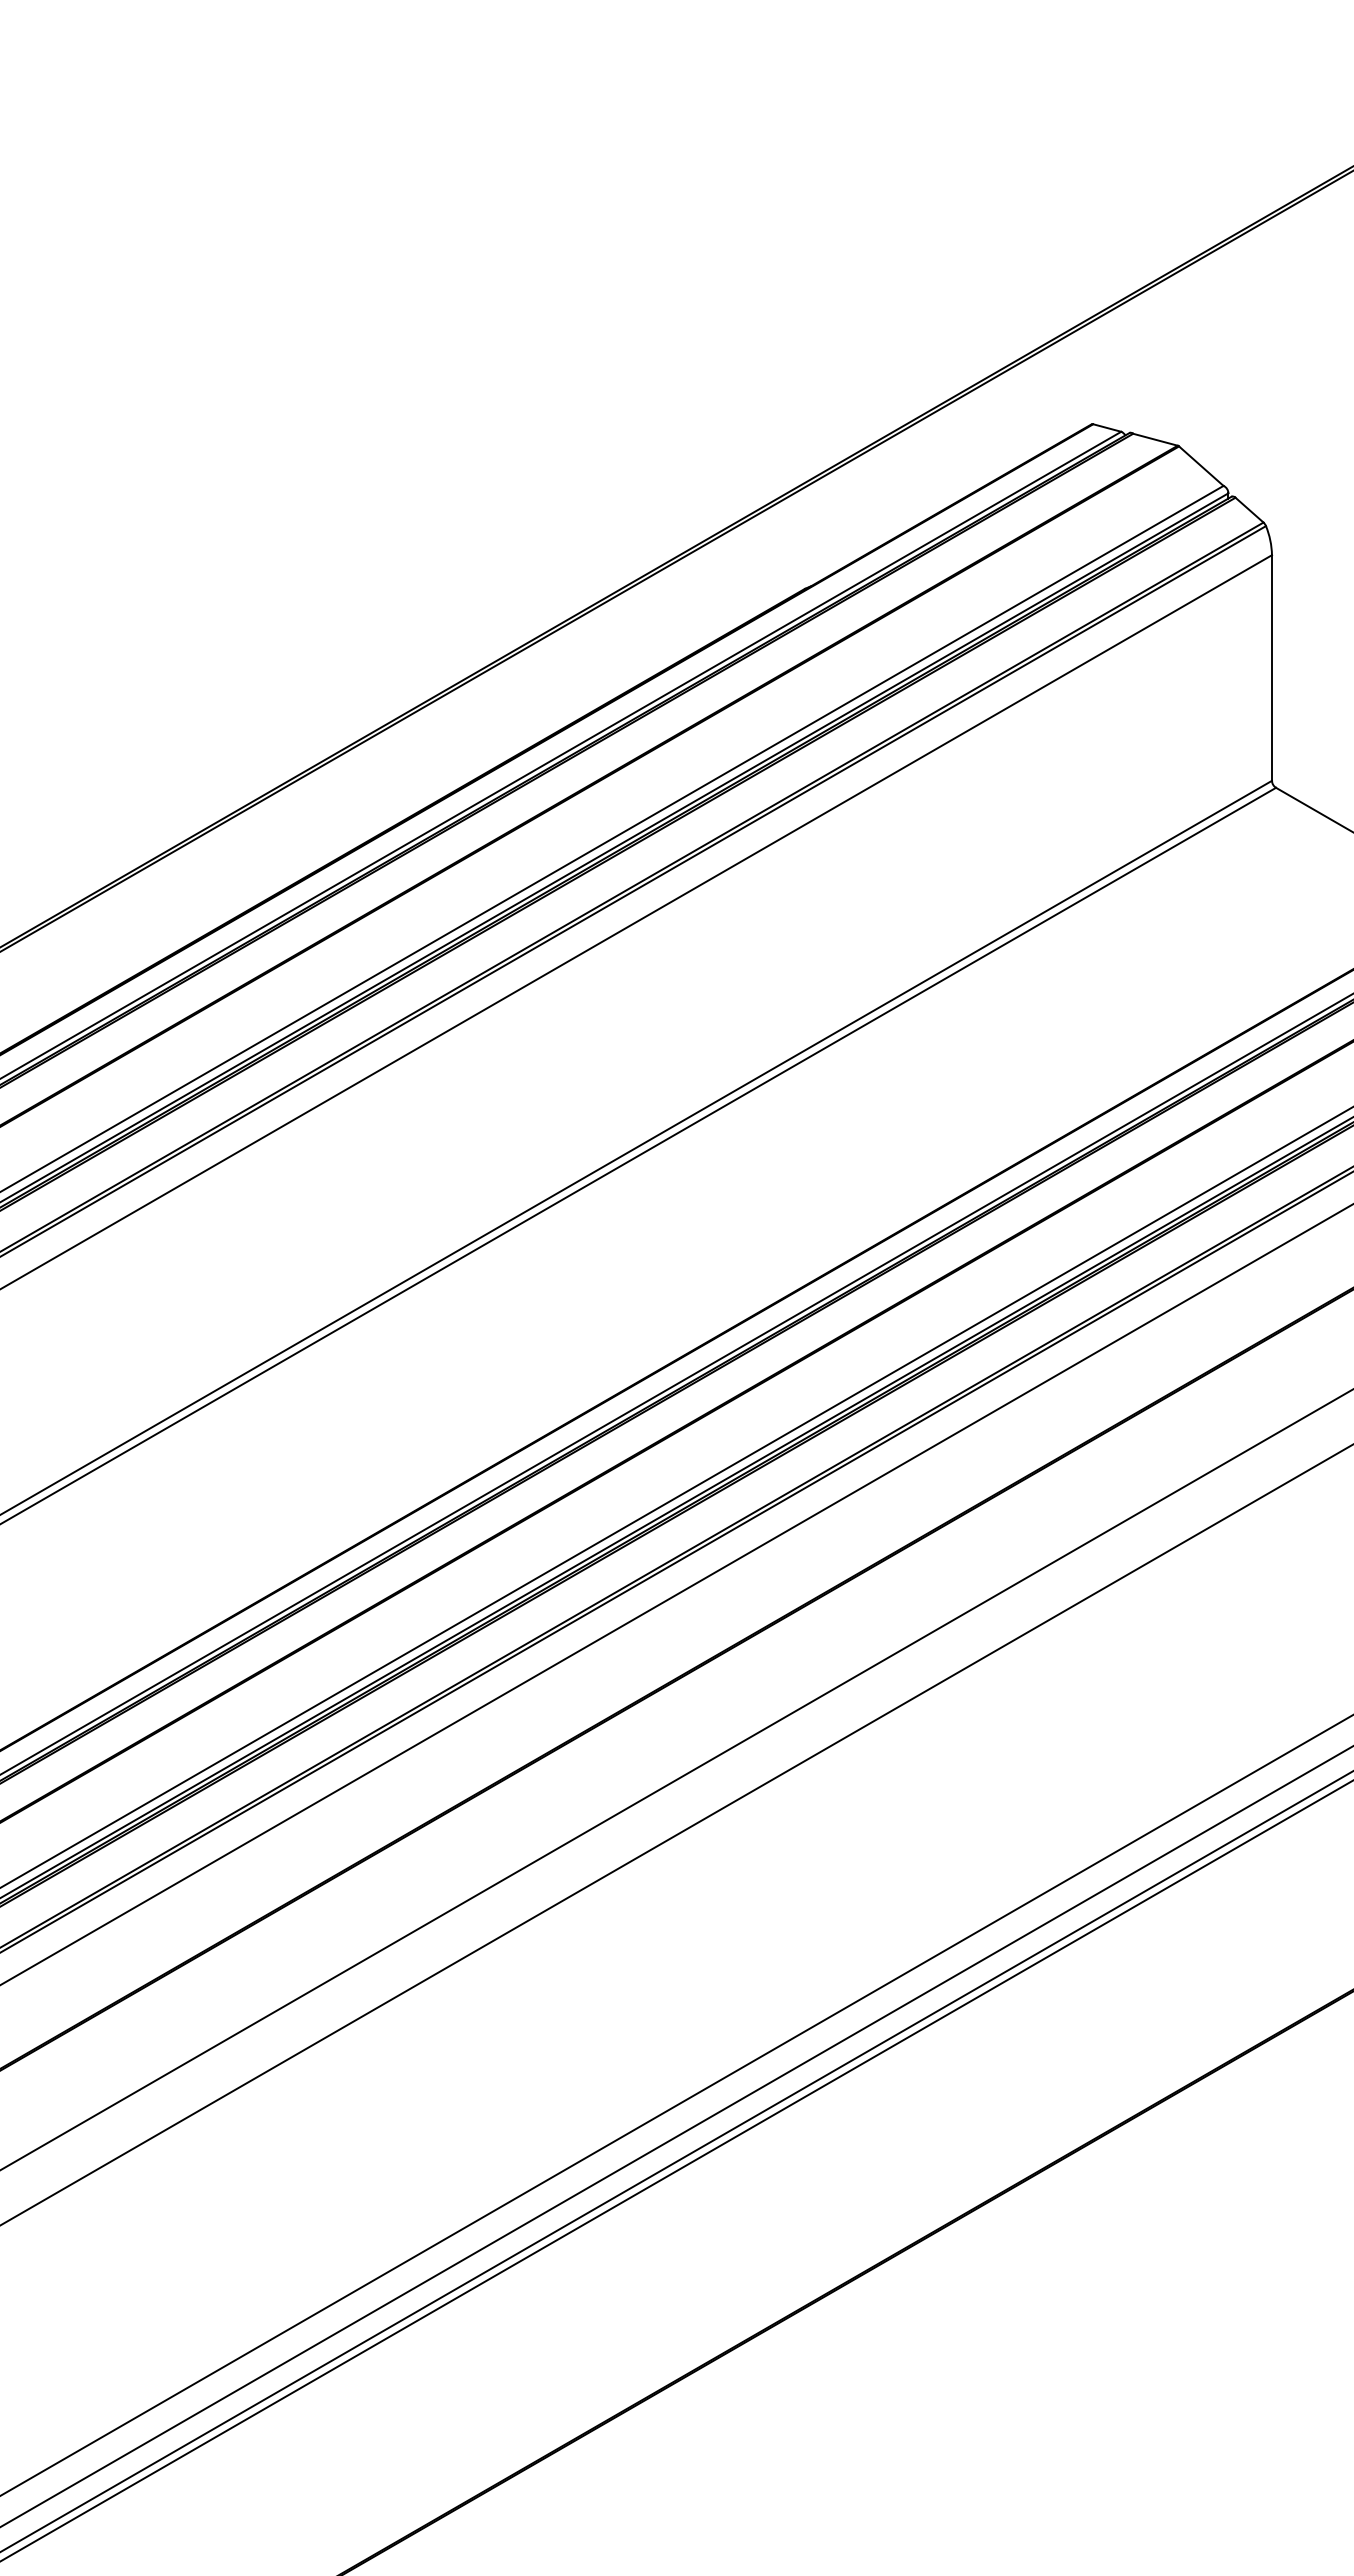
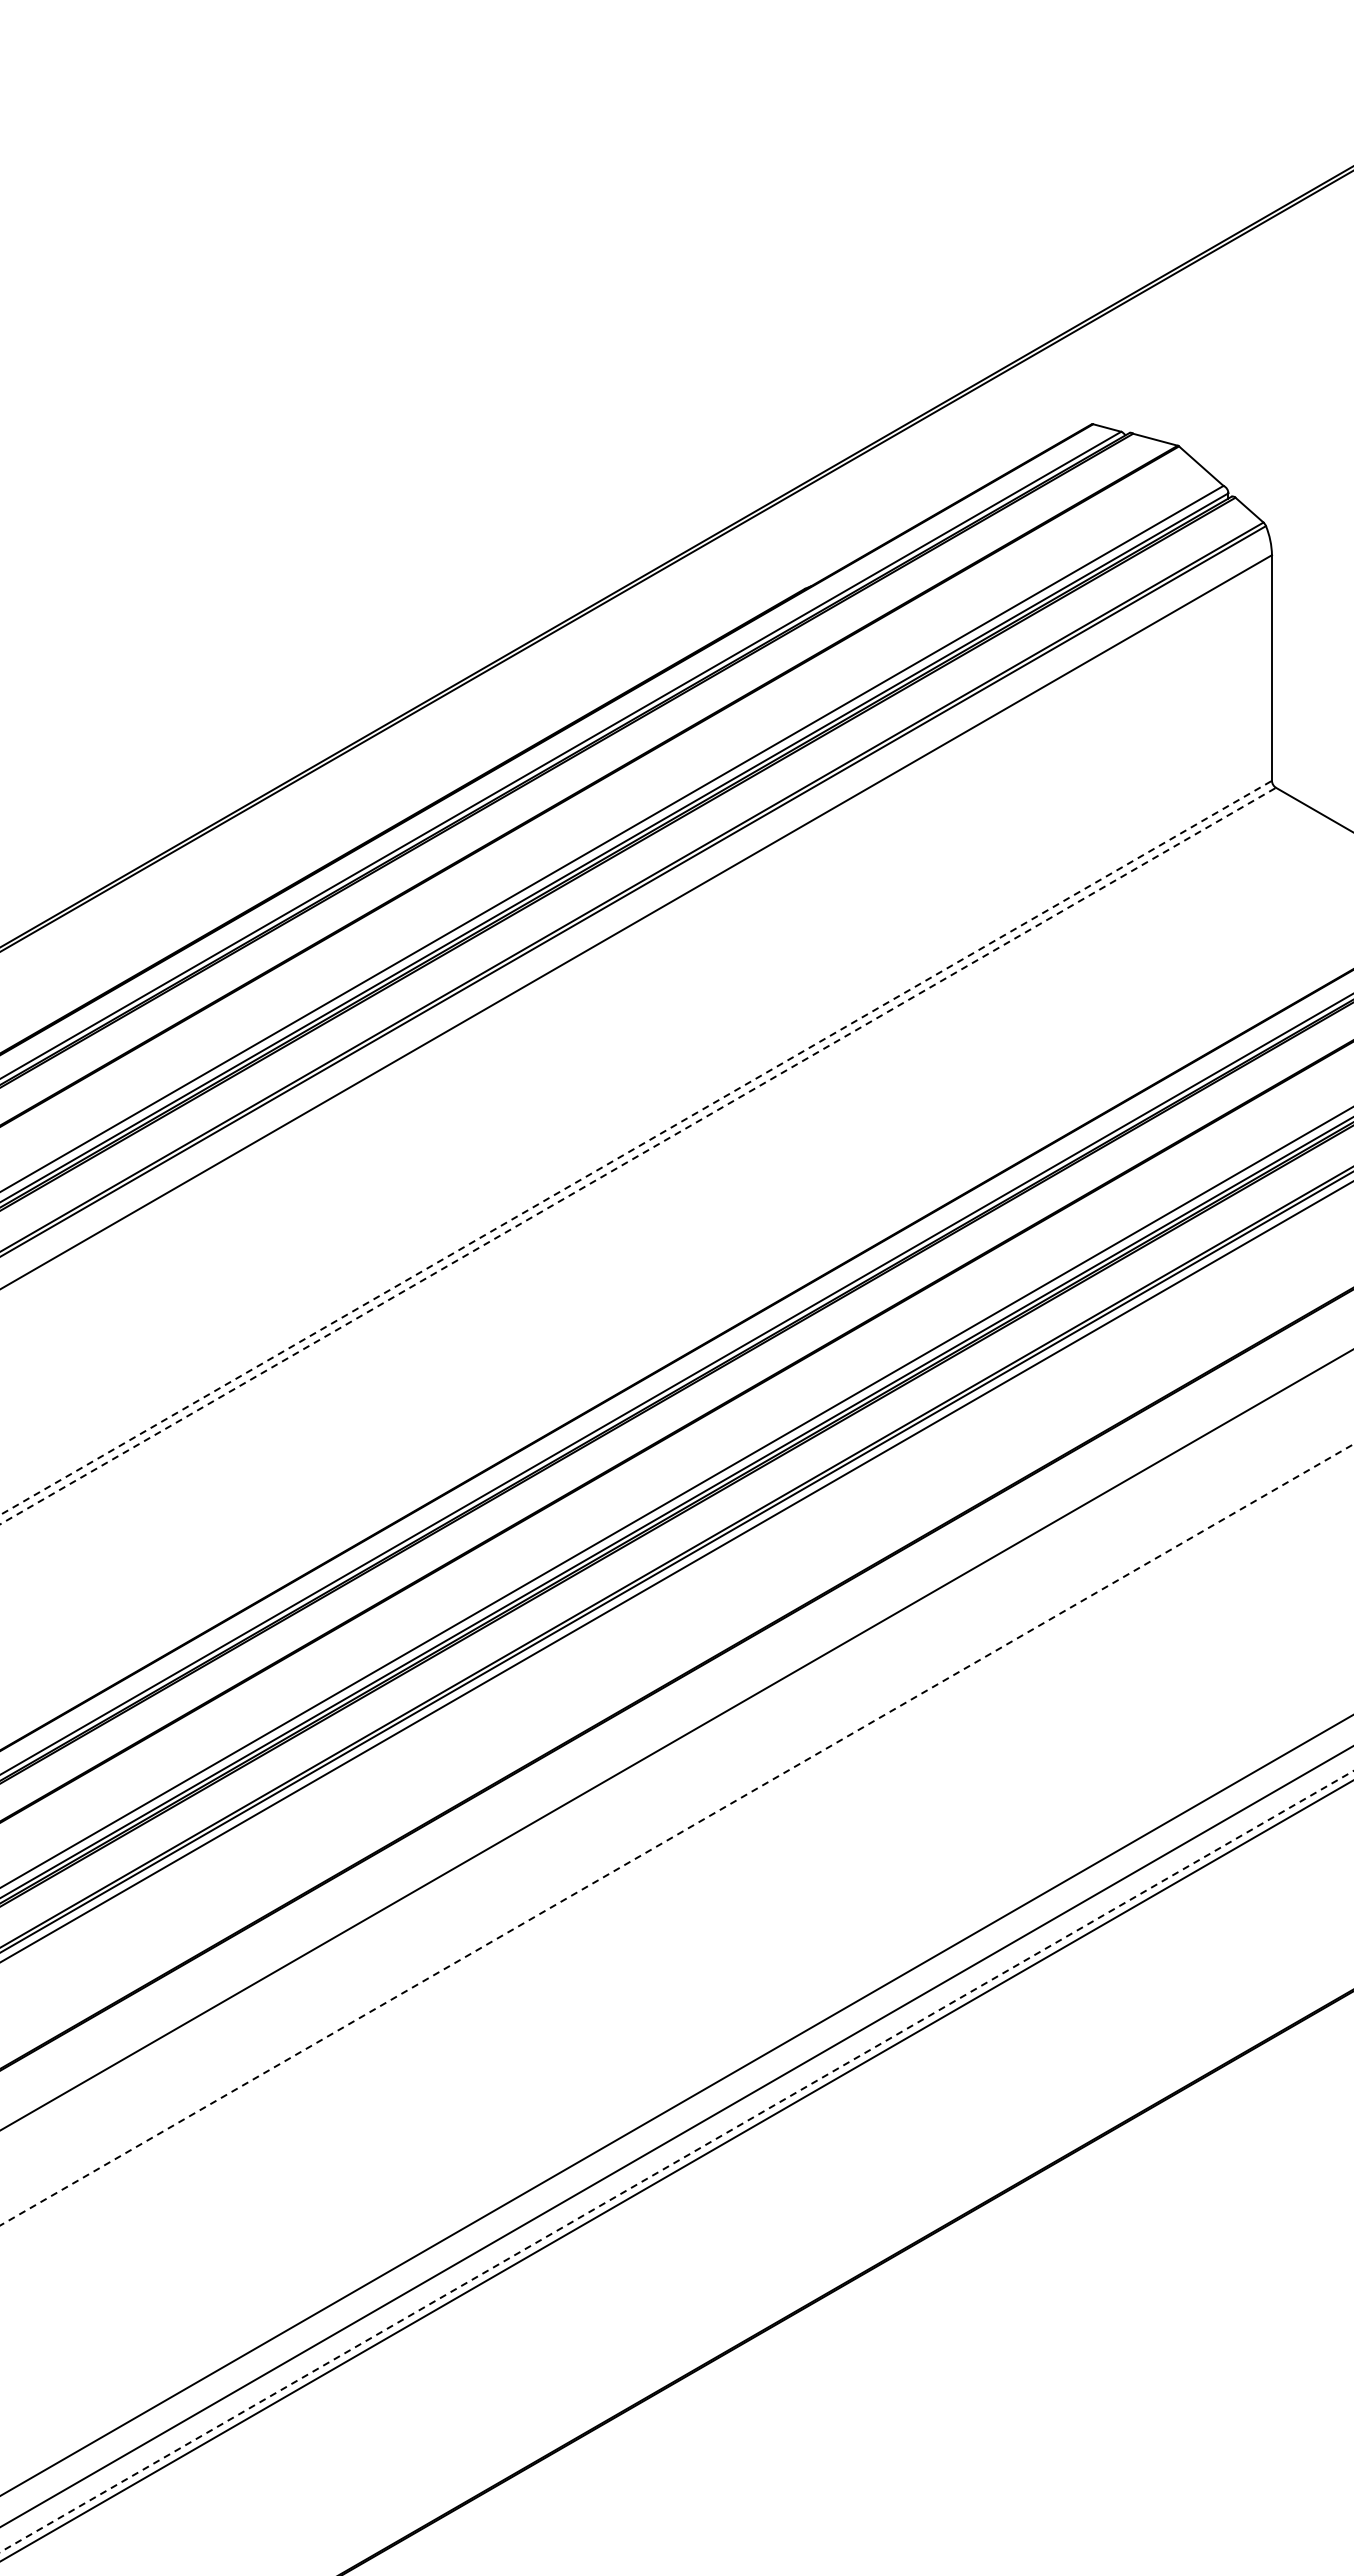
line at (636, 1147): solid -> dashed
line at (638, 1155): solid -> dashed
line at (676, 1594) position: (676, 1594) -> (676, 1572)
line at (676, 1779) position: (676, 1779) -> (676, 1739)
line at (677, 1834): solid -> dashed
line at (676, 2161): solid -> dashed
